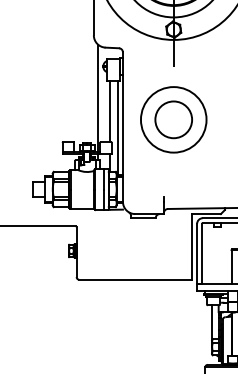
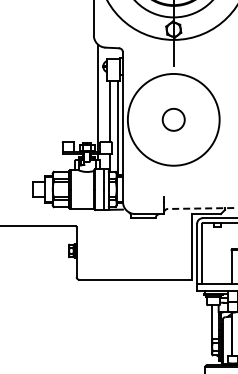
circle at (173, 119) diameter: 37 px -> 22 px
circle at (173, 119) diameter: 66 px -> 92 px
line at (202, 208): solid -> dashed
